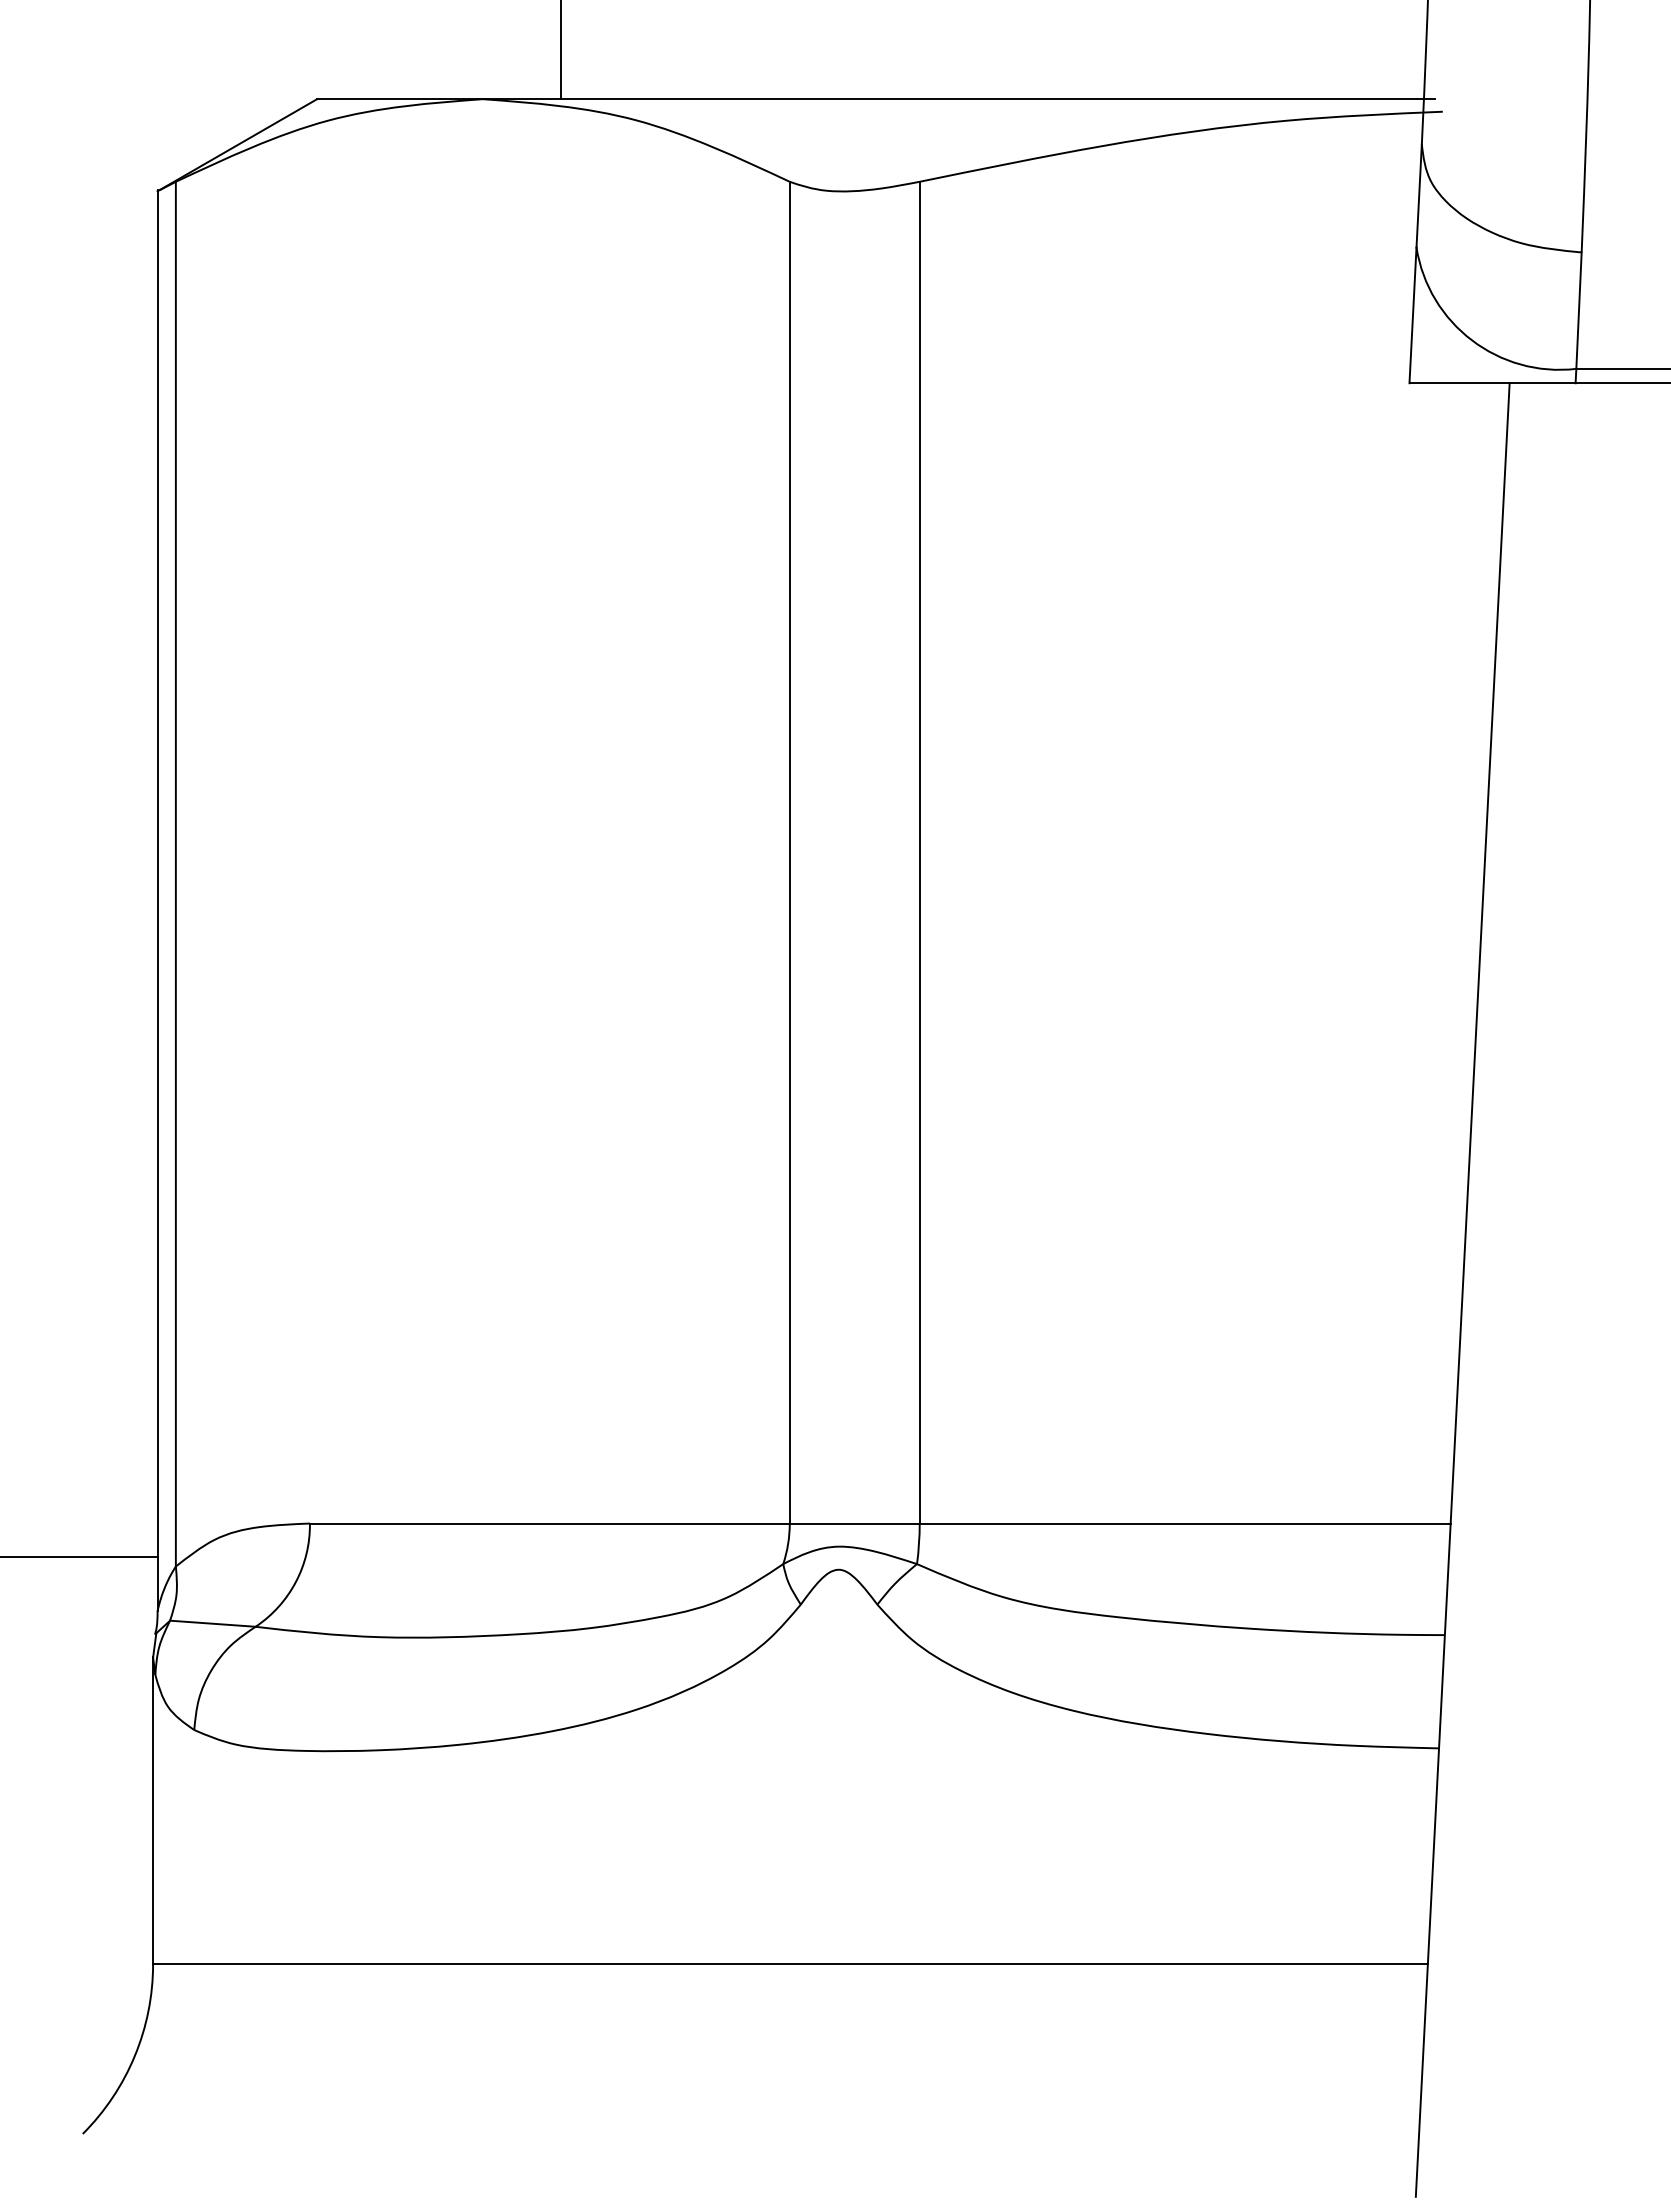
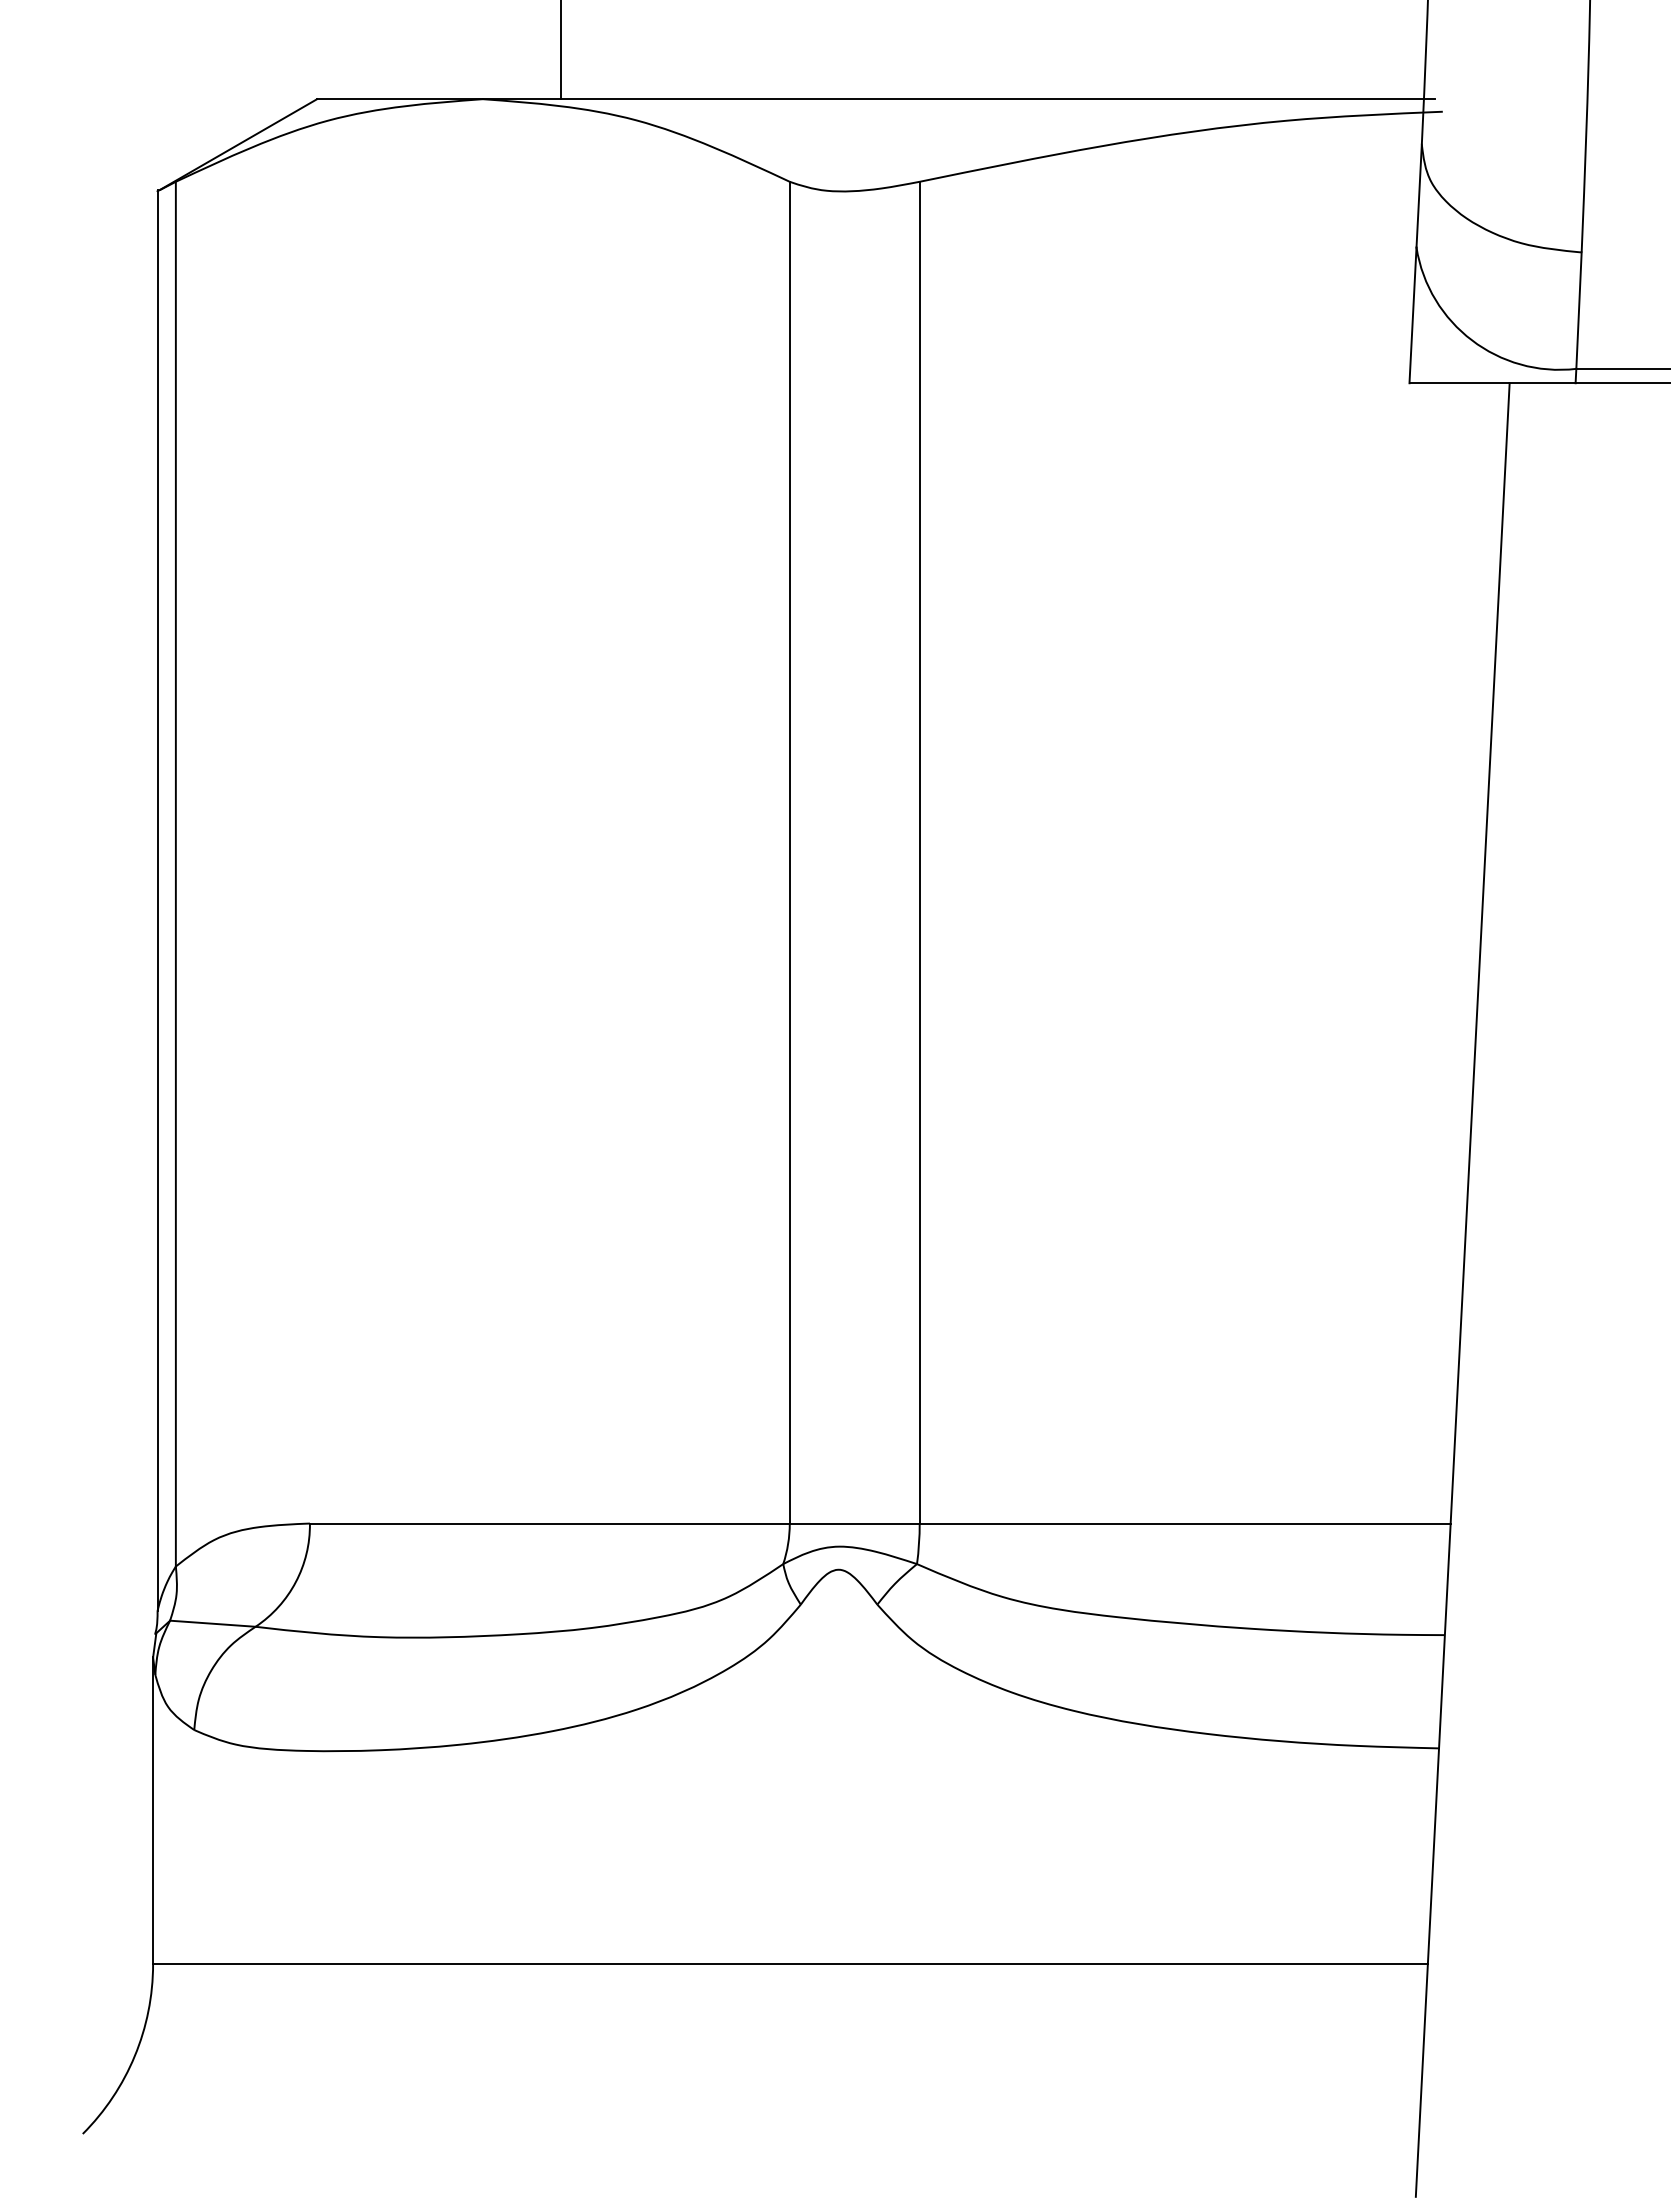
line at (79, 1556): present -> none
